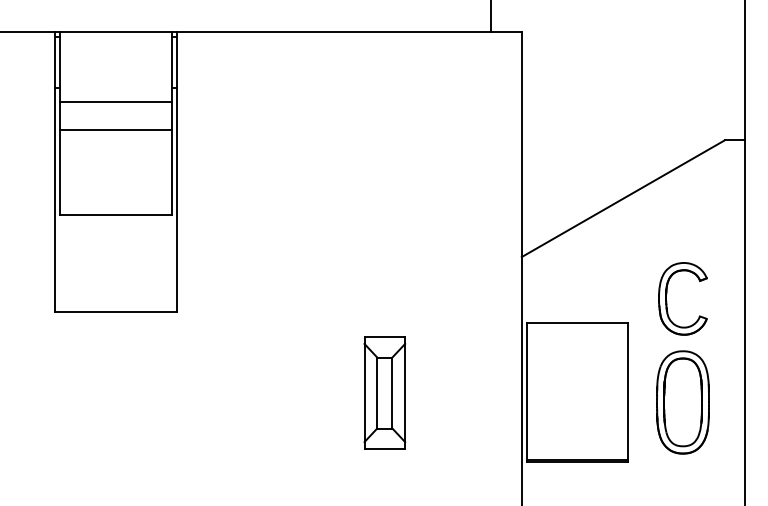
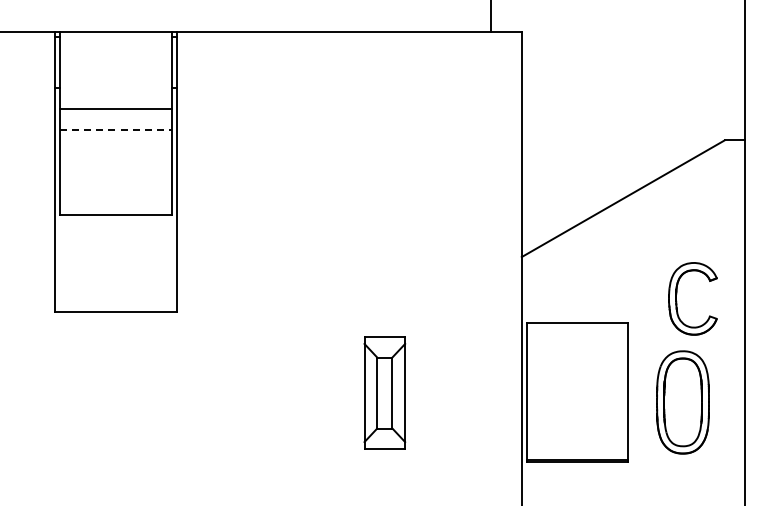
line at (115, 101) position: (115, 101) -> (115, 108)
line at (115, 130): solid -> dashed
part at (667, 301) position: (667, 301) -> (677, 301)
